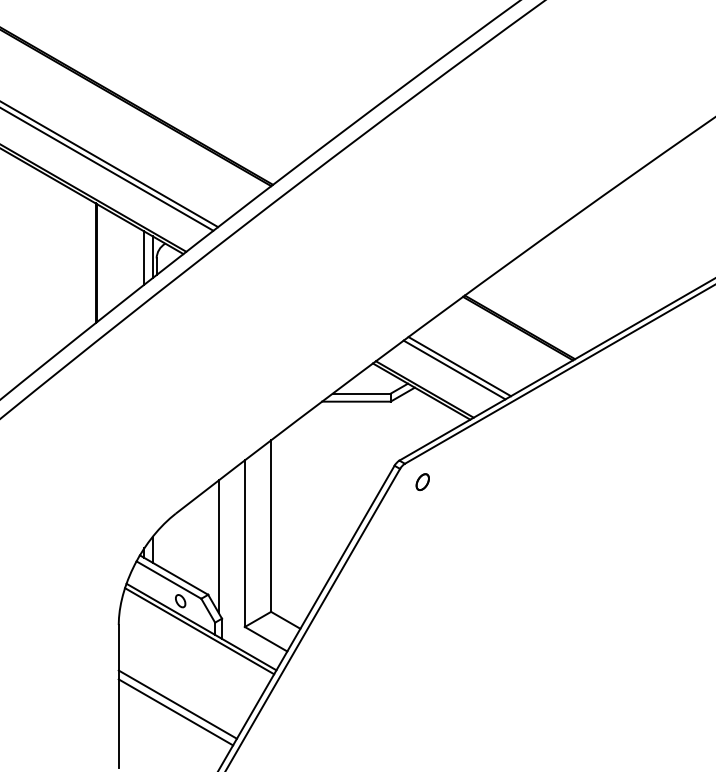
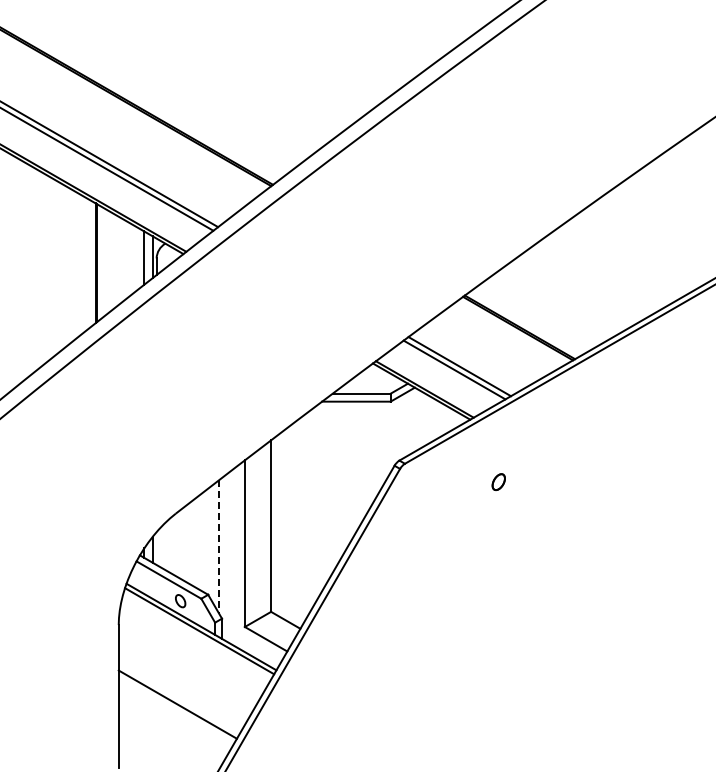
part at (422, 481) position: (422, 481) -> (498, 481)
line at (218, 547): solid -> dashed
line at (175, 712): present -> none
